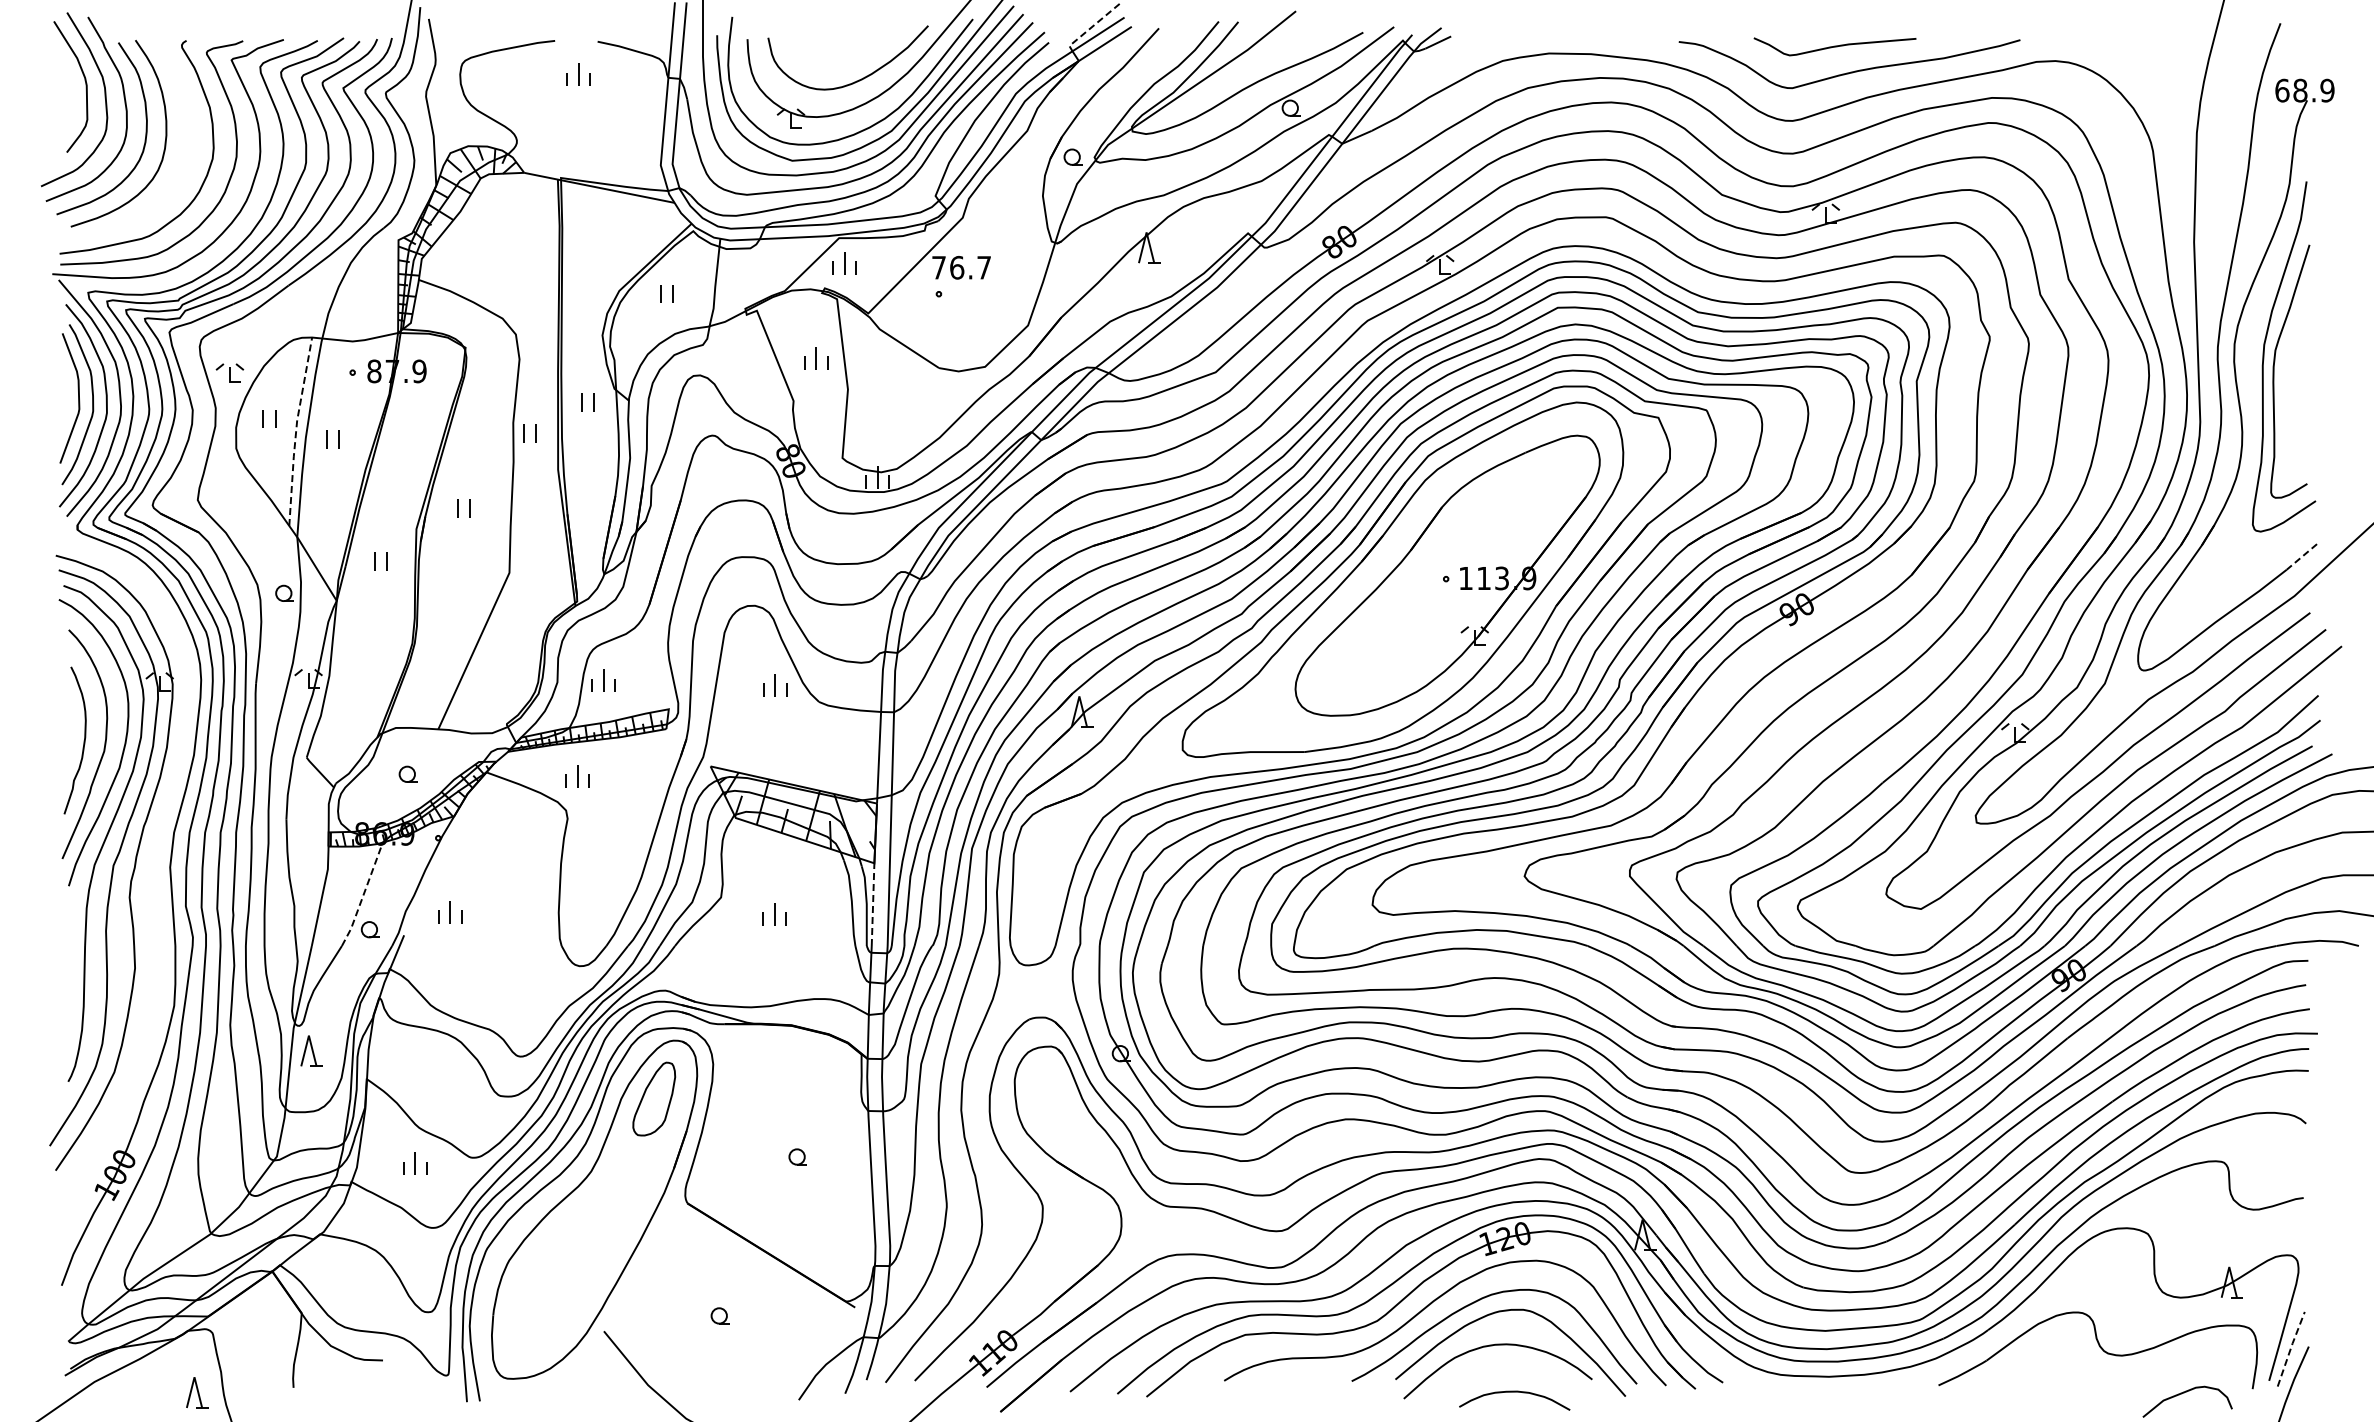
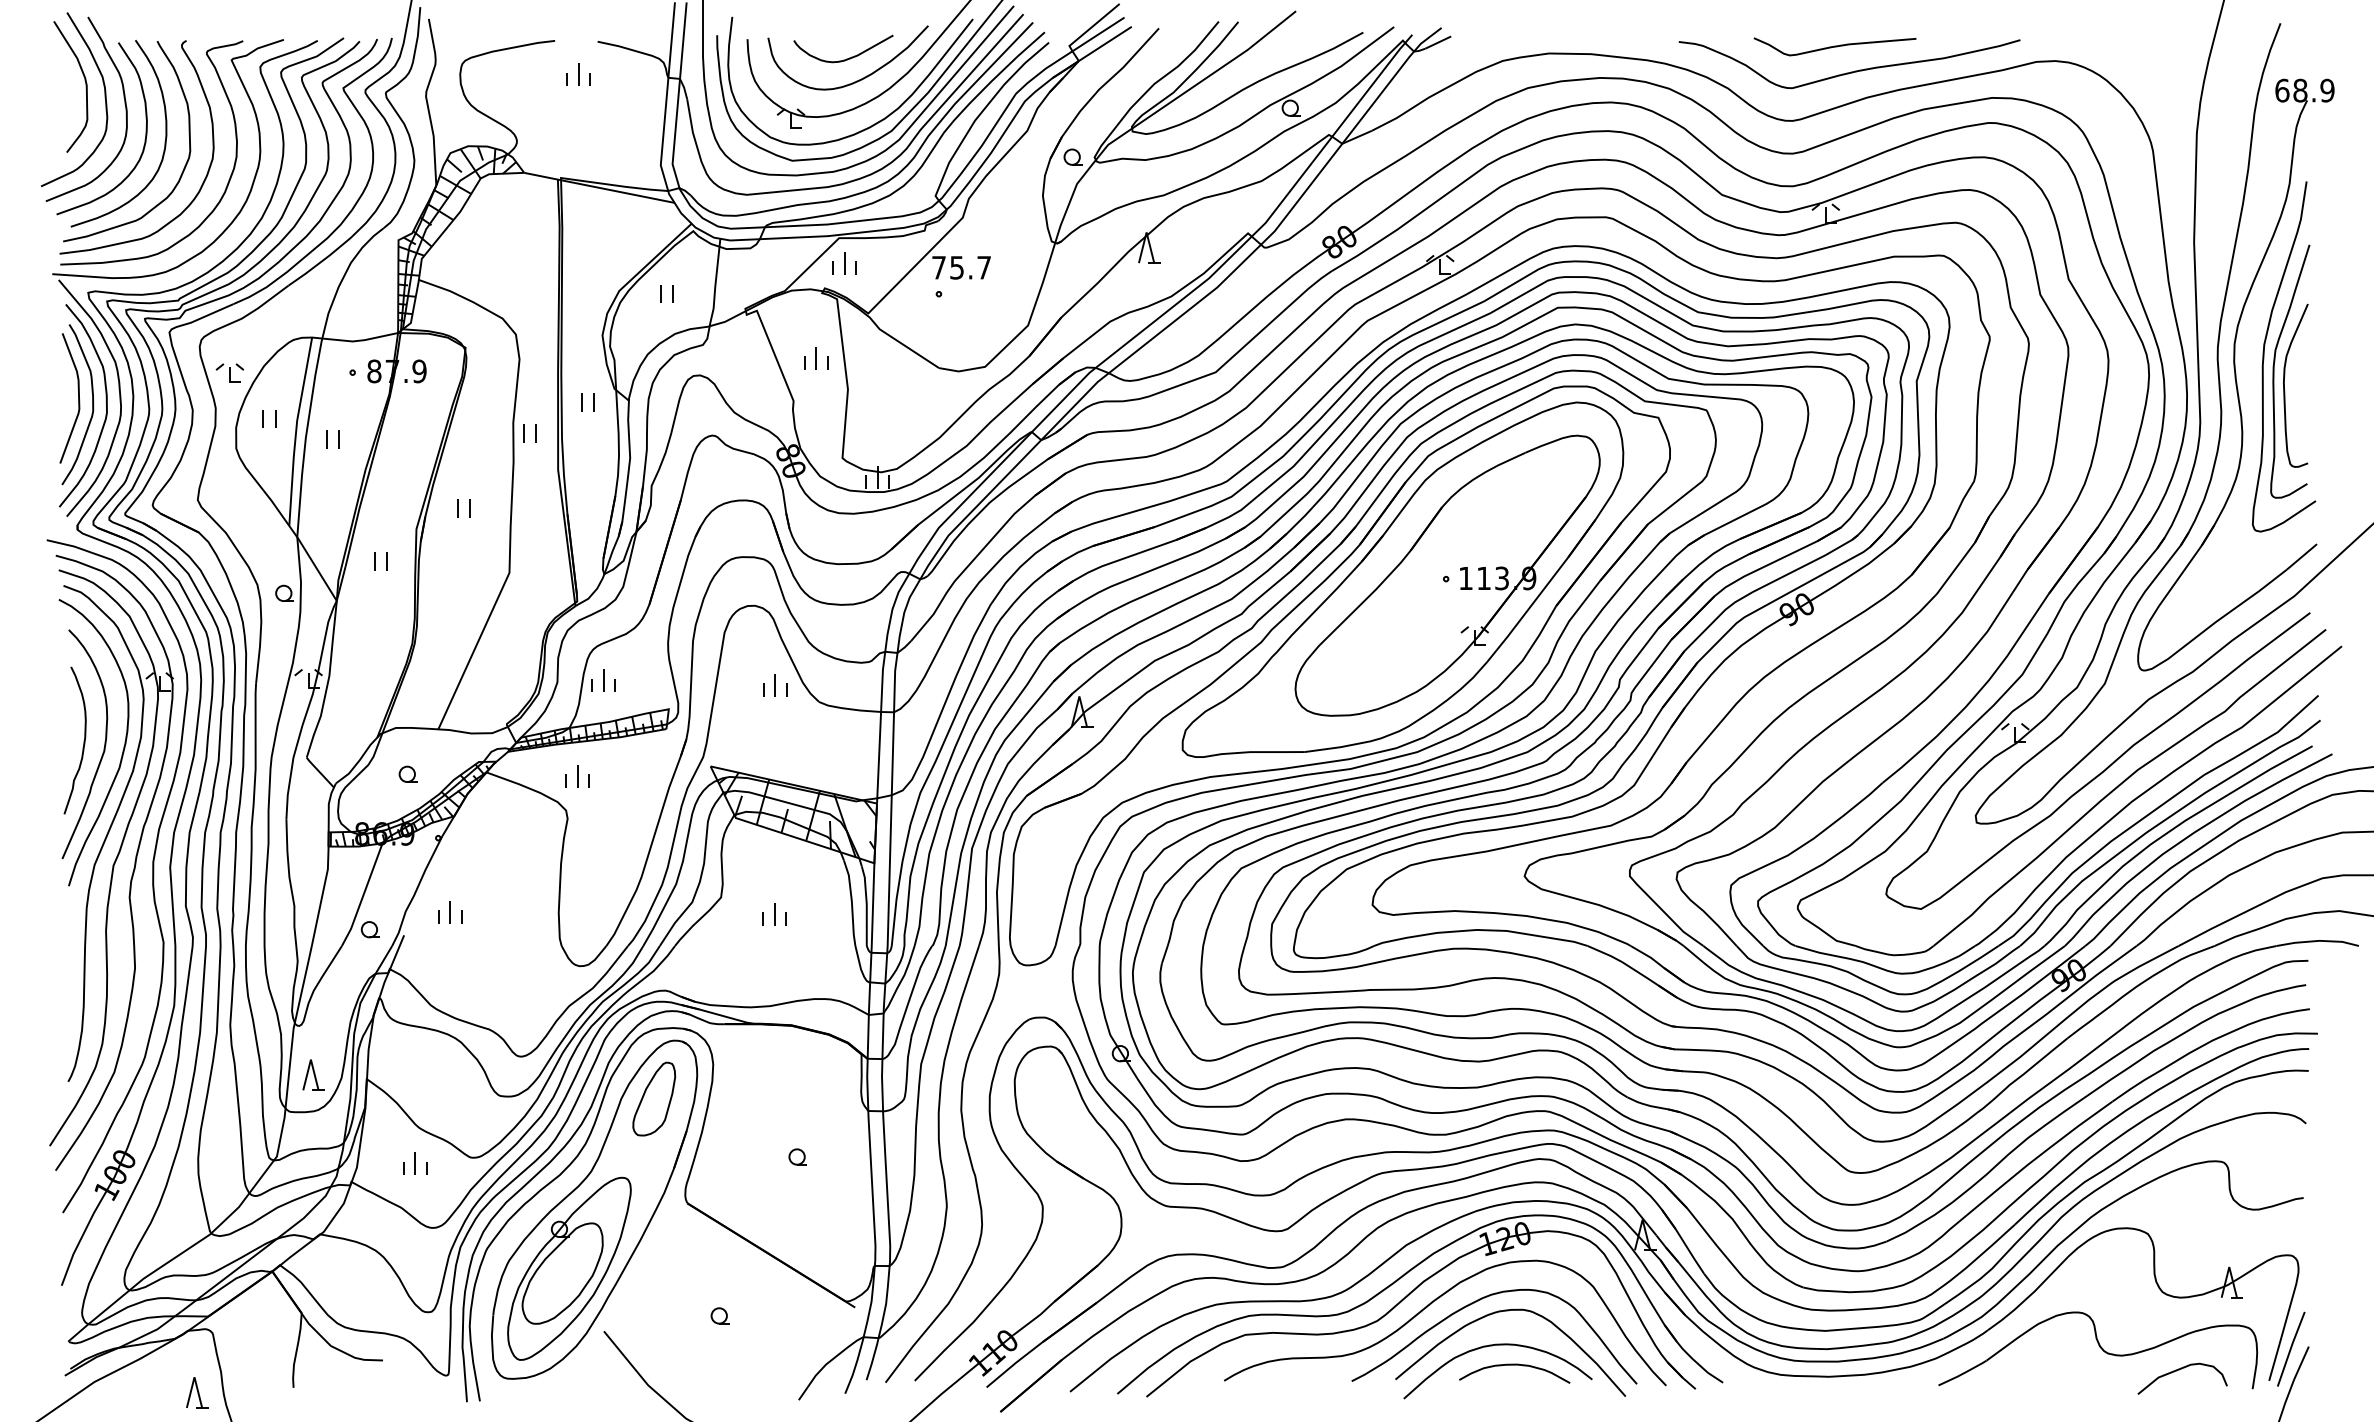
line at (1091, 27): dashed -> solid
curve at (846, 58): none -> present
curve at (188, 135): none -> present
text at (957, 267): 76.7 -> 75.7
curve at (2284, 385): none -> present
line at (296, 431): dashed -> solid
line at (2301, 556): dashed -> solid
part at (152, 876): none -> present
line at (363, 894): dashed -> solid
line at (873, 904): dashed -> solid
part at (311, 1050) position: (311, 1050) -> (313, 1074)
part at (569, 1268): none -> present
line at (2291, 1347): dashed -> solid
curve at (1514, 1392) position: (1514, 1392) -> (1514, 1365)
curve at (2184, 1393) position: (2184, 1393) -> (2179, 1370)
